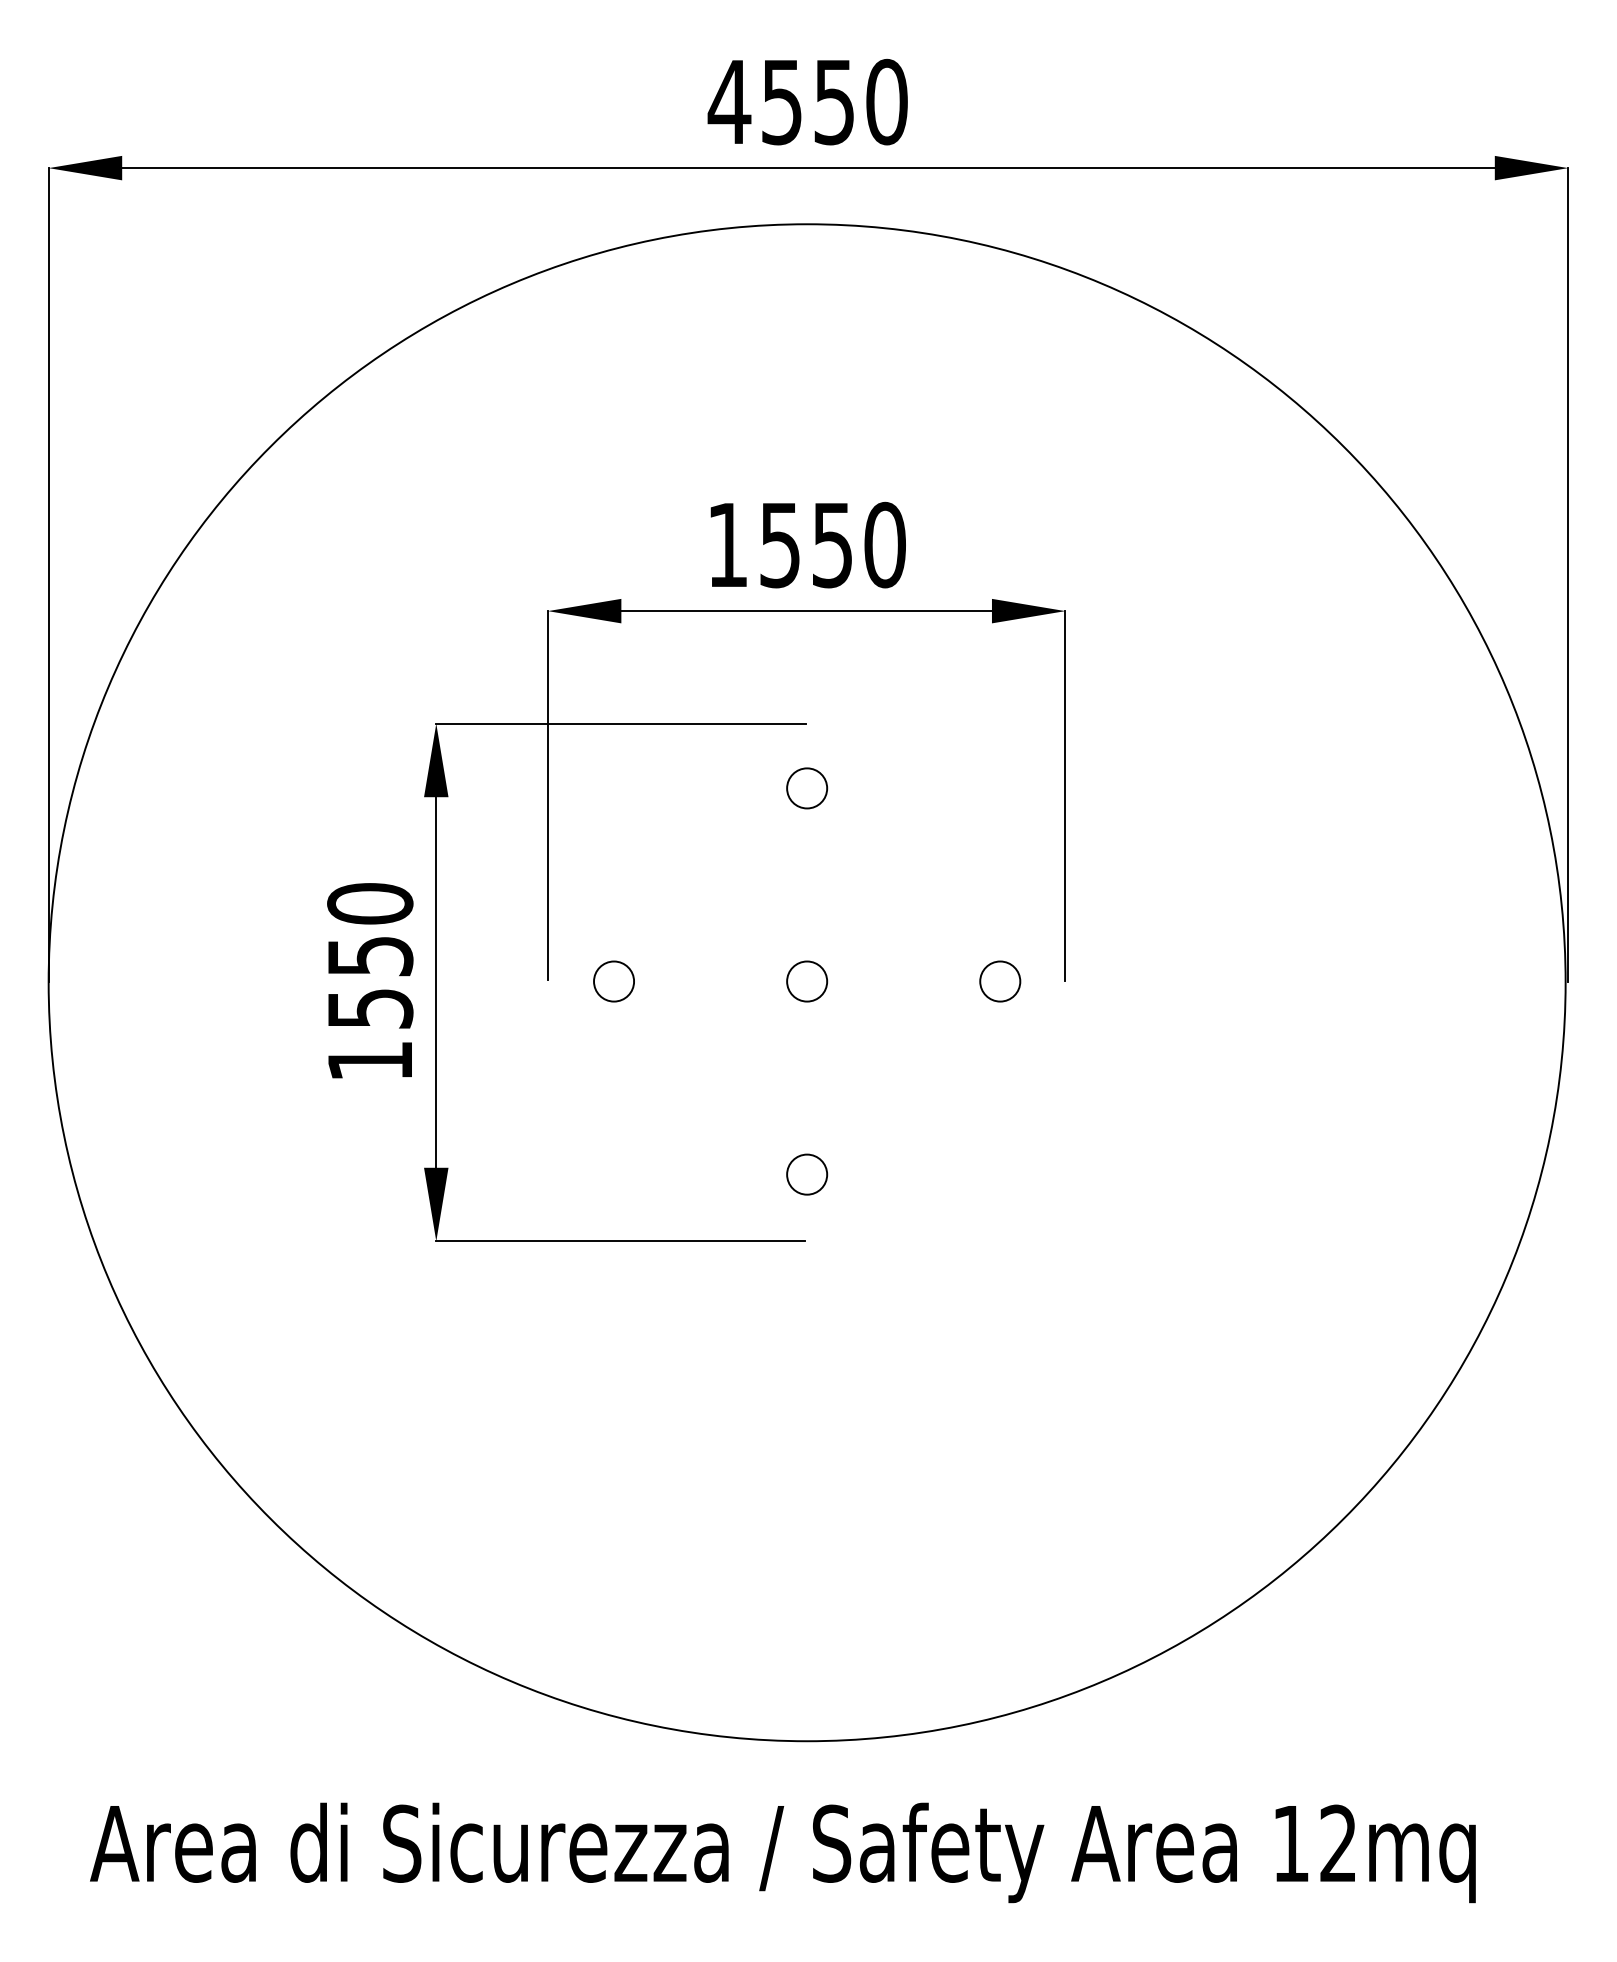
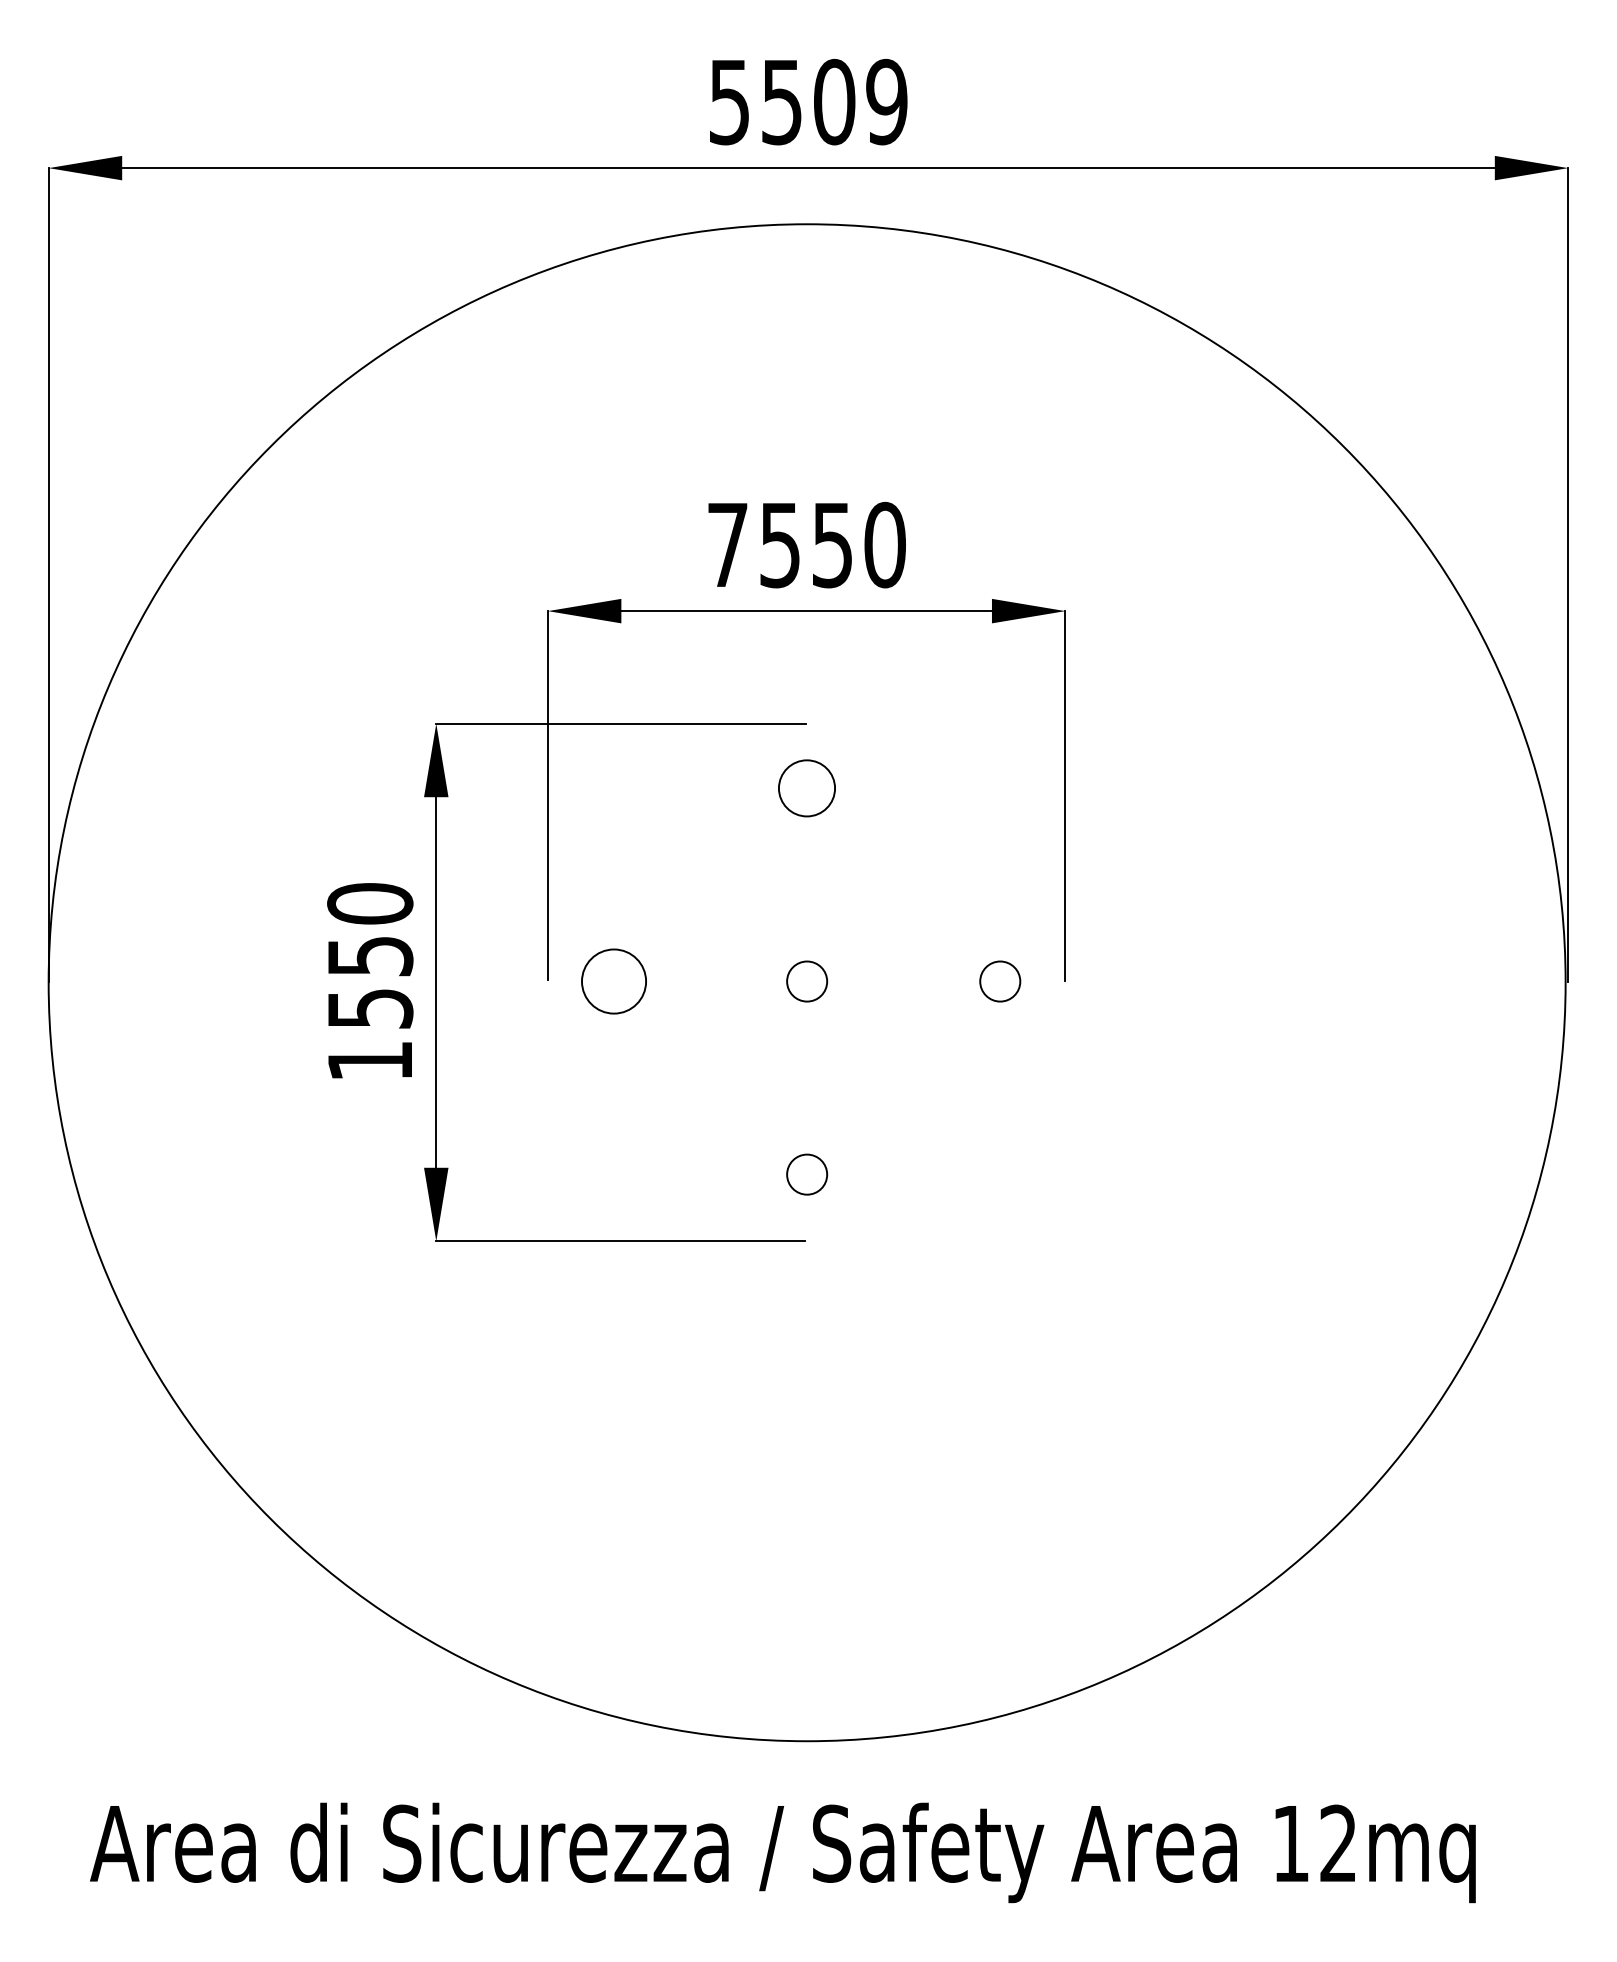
text at (807, 101): 4550 -> 5509
text at (727, 544): 1550 -> 7550
circle at (807, 788) size: 43x43 px -> 58x59 px
circle at (614, 981) diameter: 40 px -> 64 px
